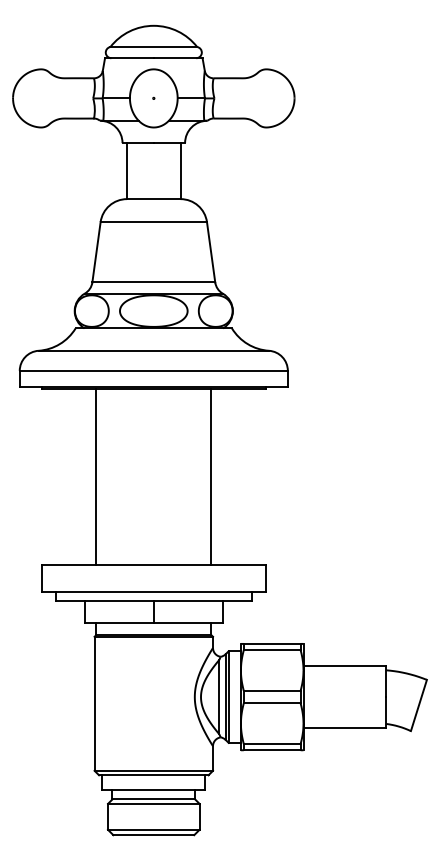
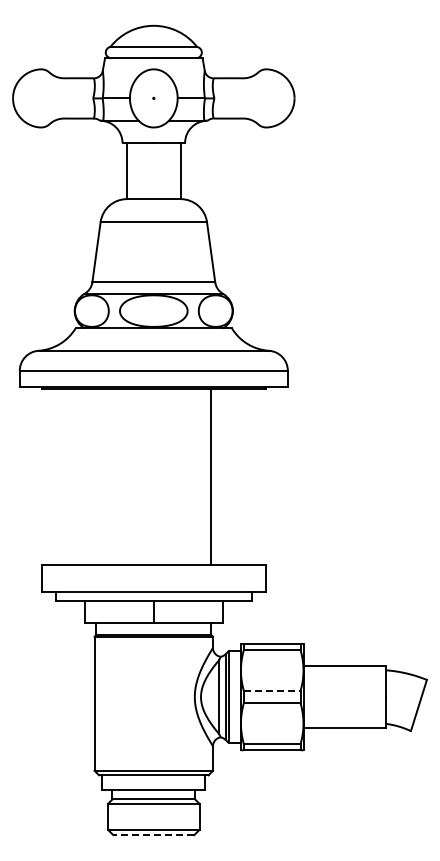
line at (96, 476): present -> none
line at (272, 690): solid -> dashed
line at (153, 835): solid -> dashed
